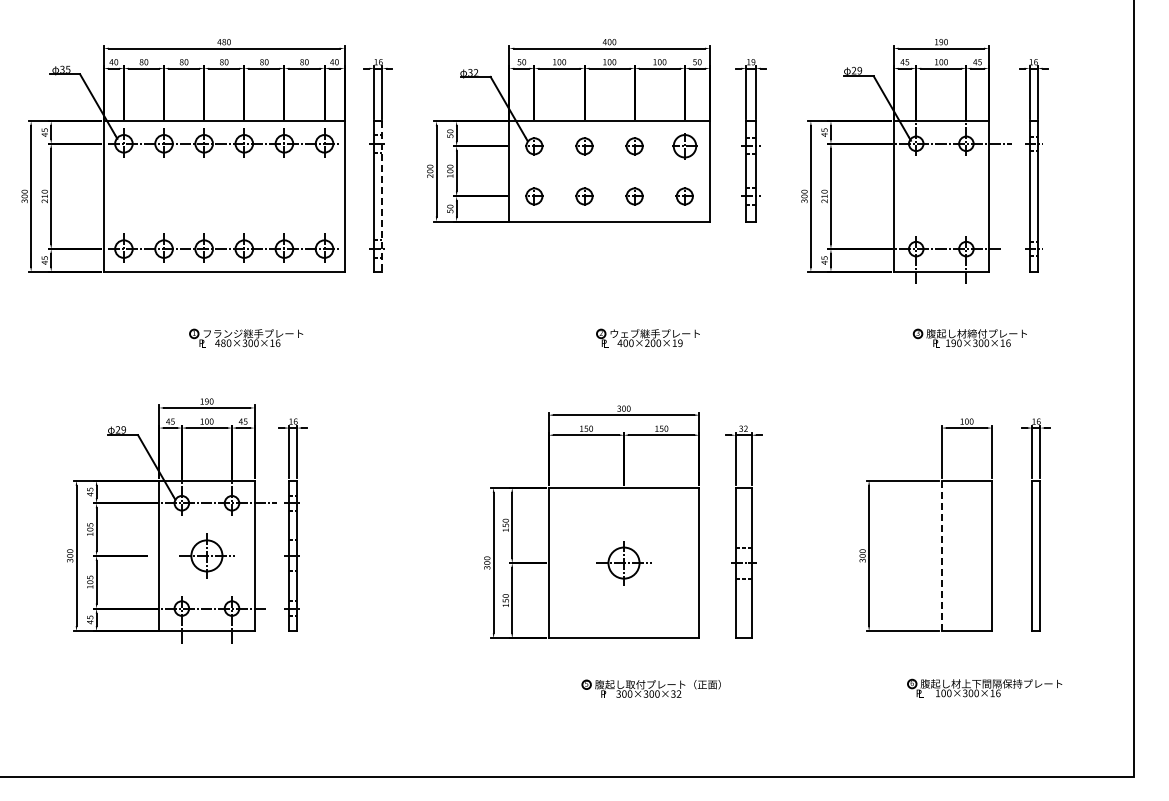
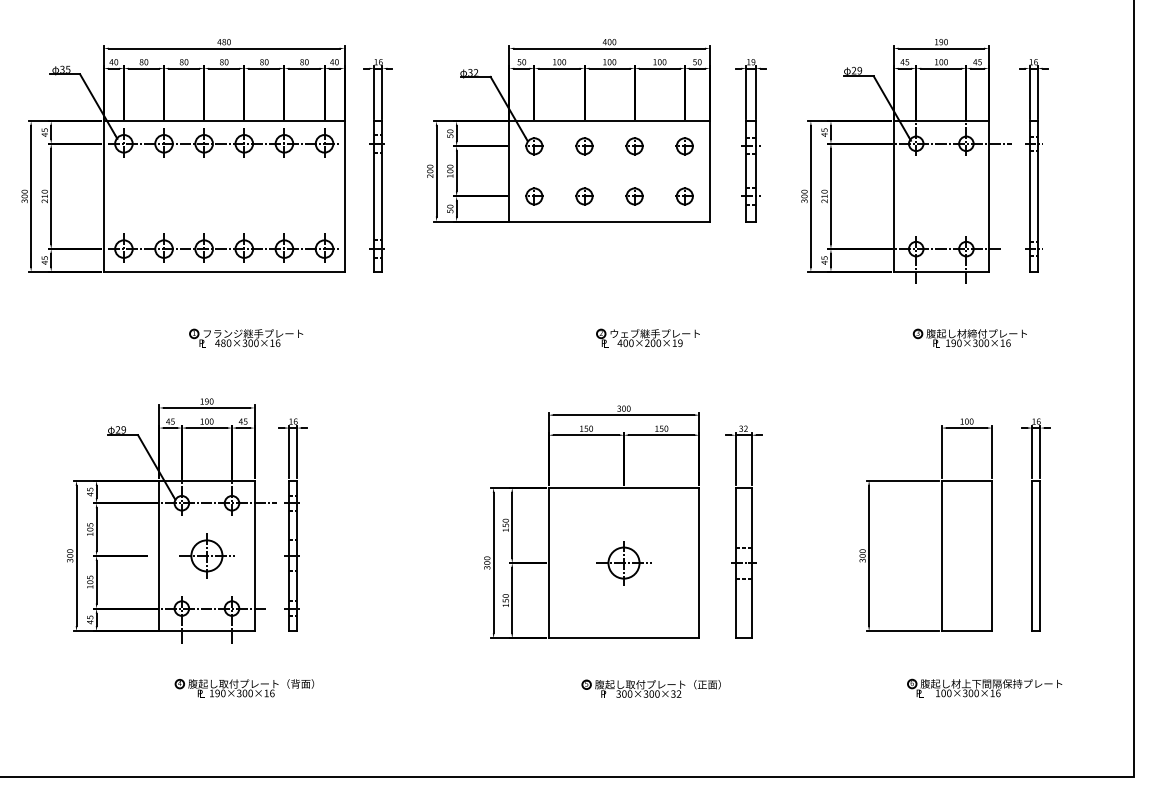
part at (684, 146) size: 26x27 px -> 19x19 px
line at (382, 196): dashed -> solid
line at (941, 556): dashed -> solid
part at (244, 688): none -> present
